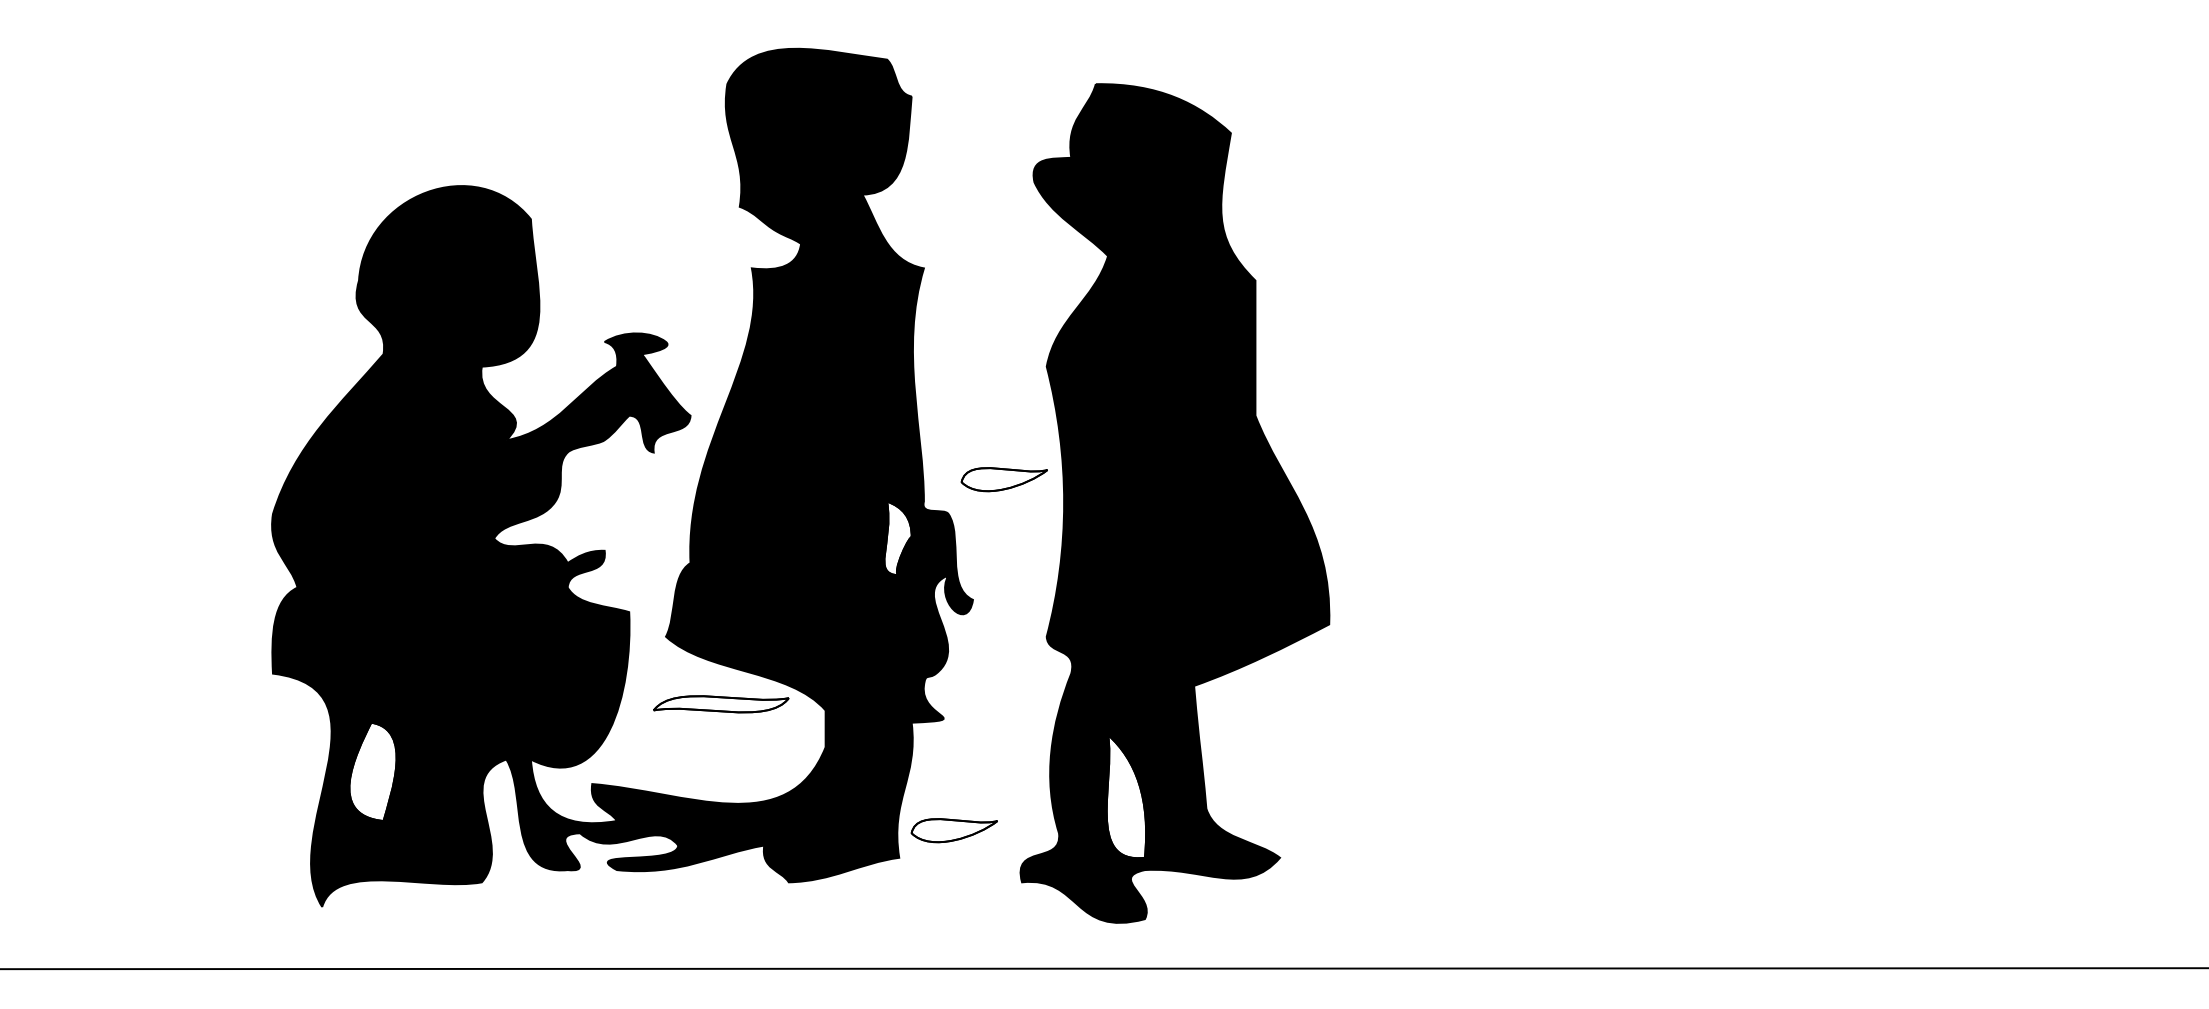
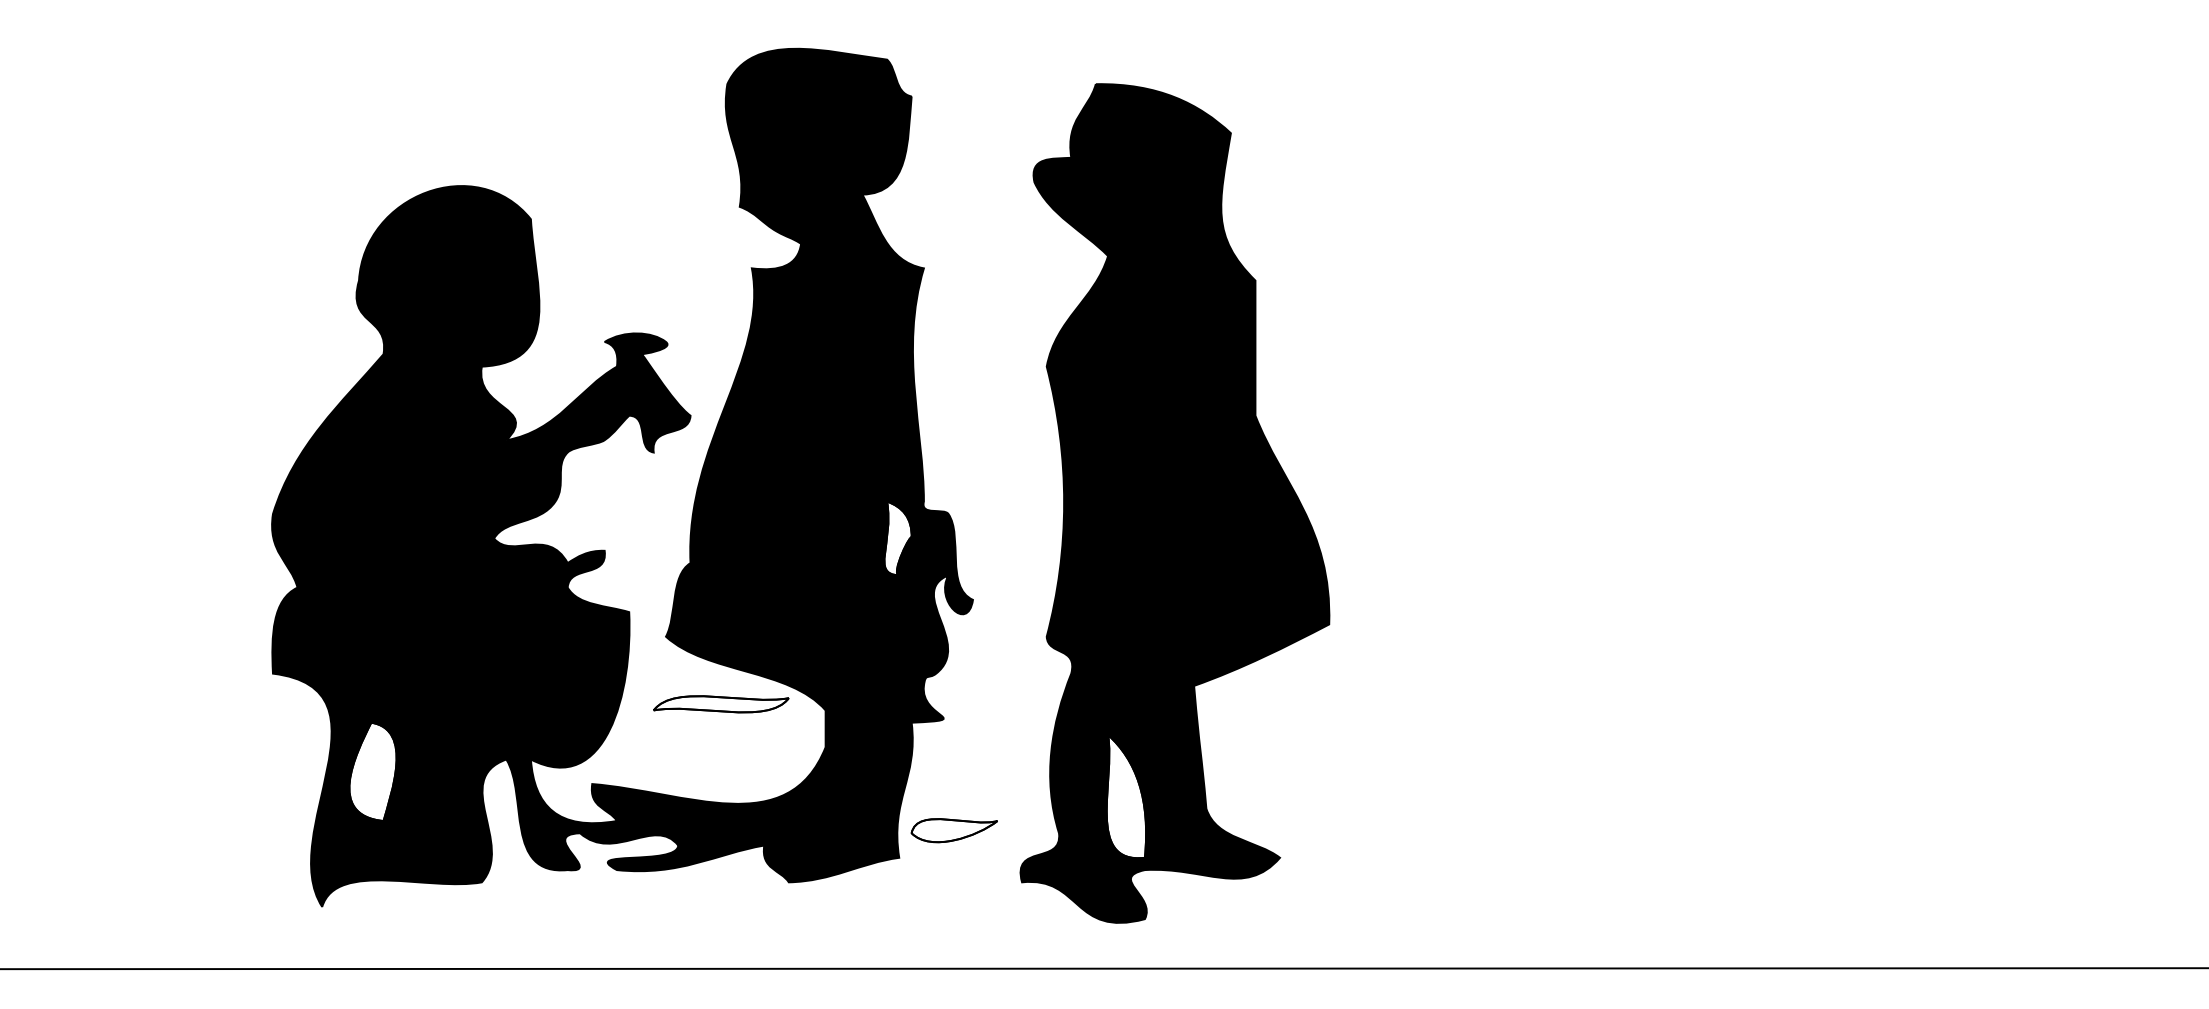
part at (1003, 479): present -> none
